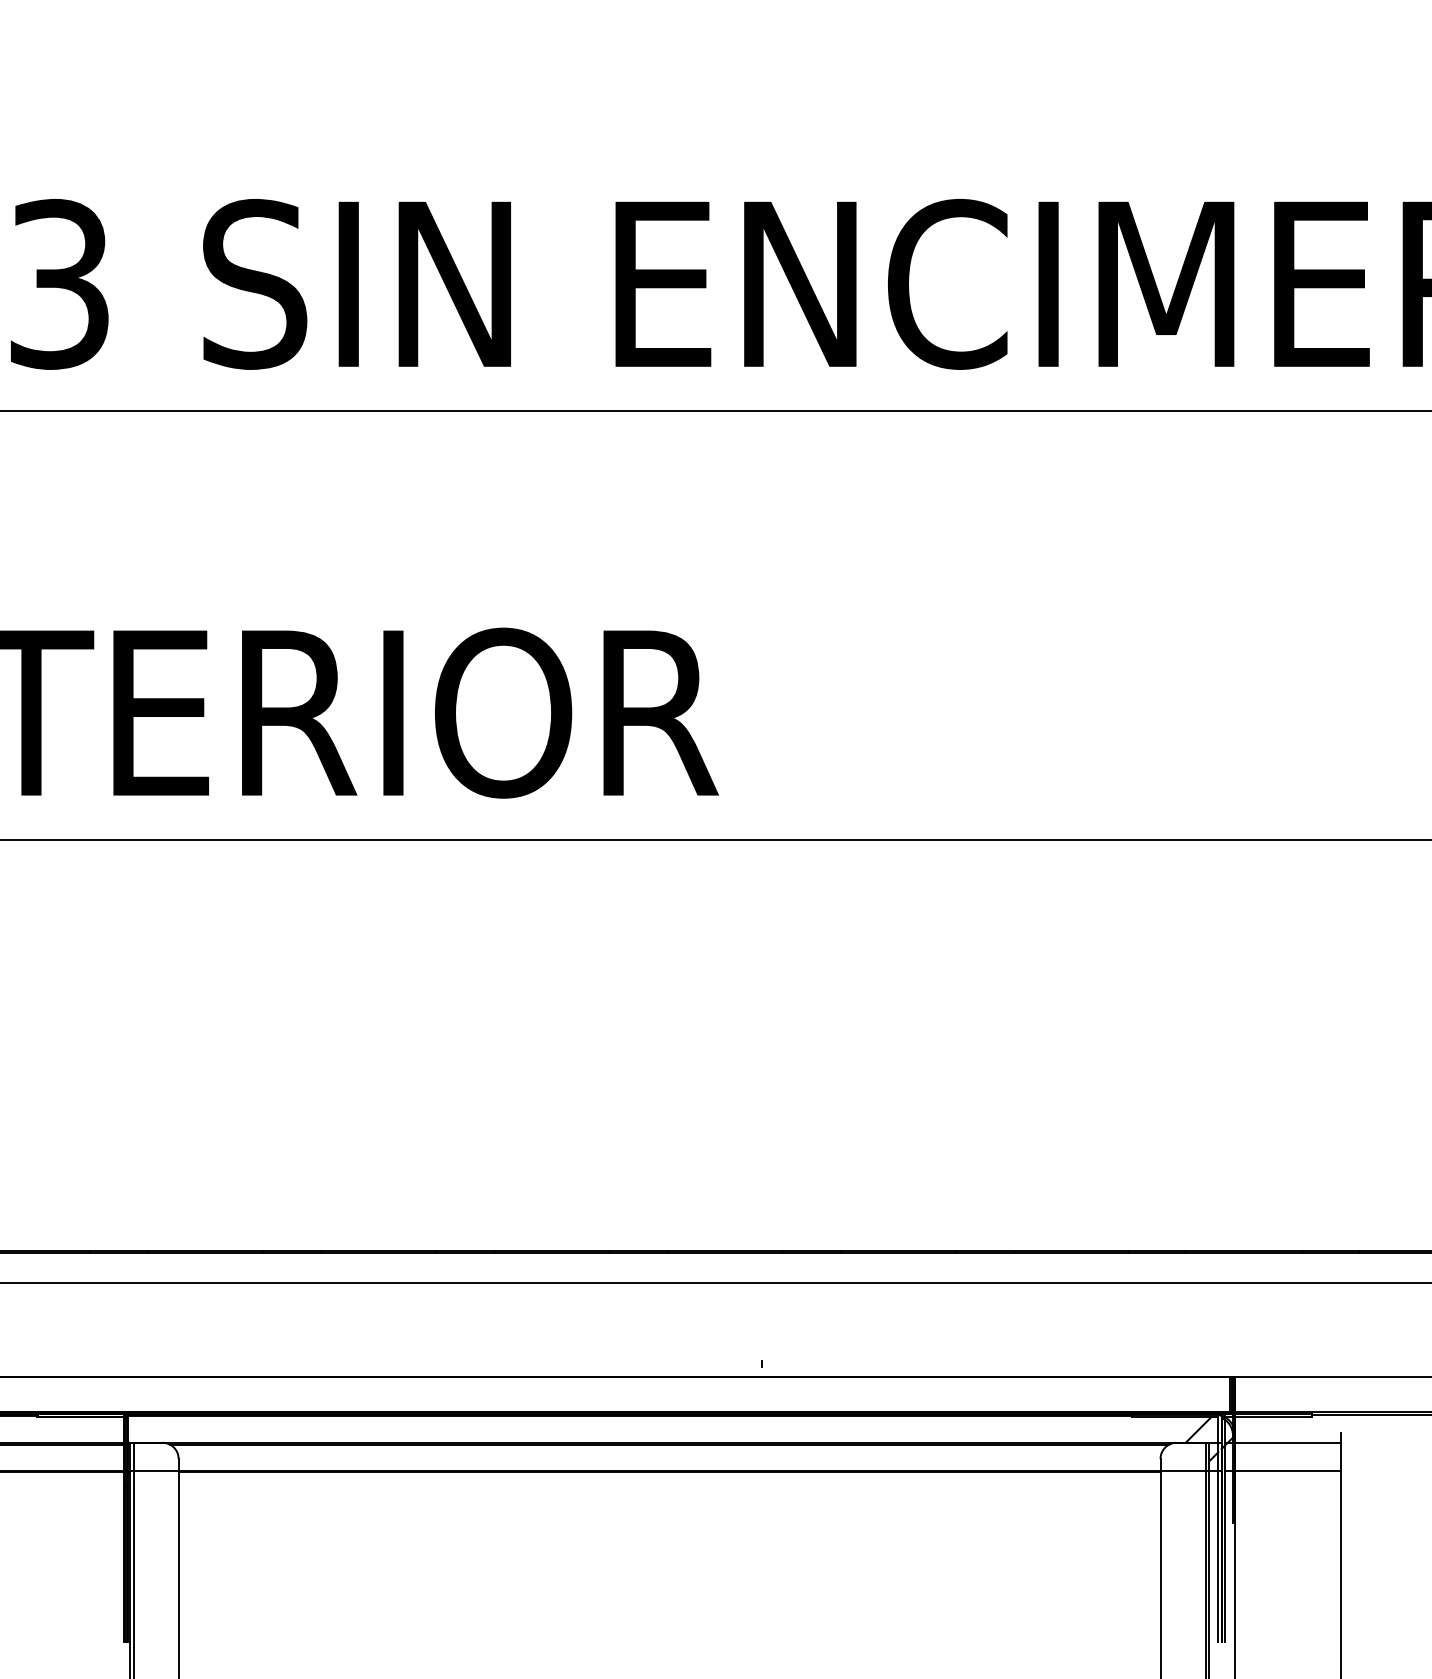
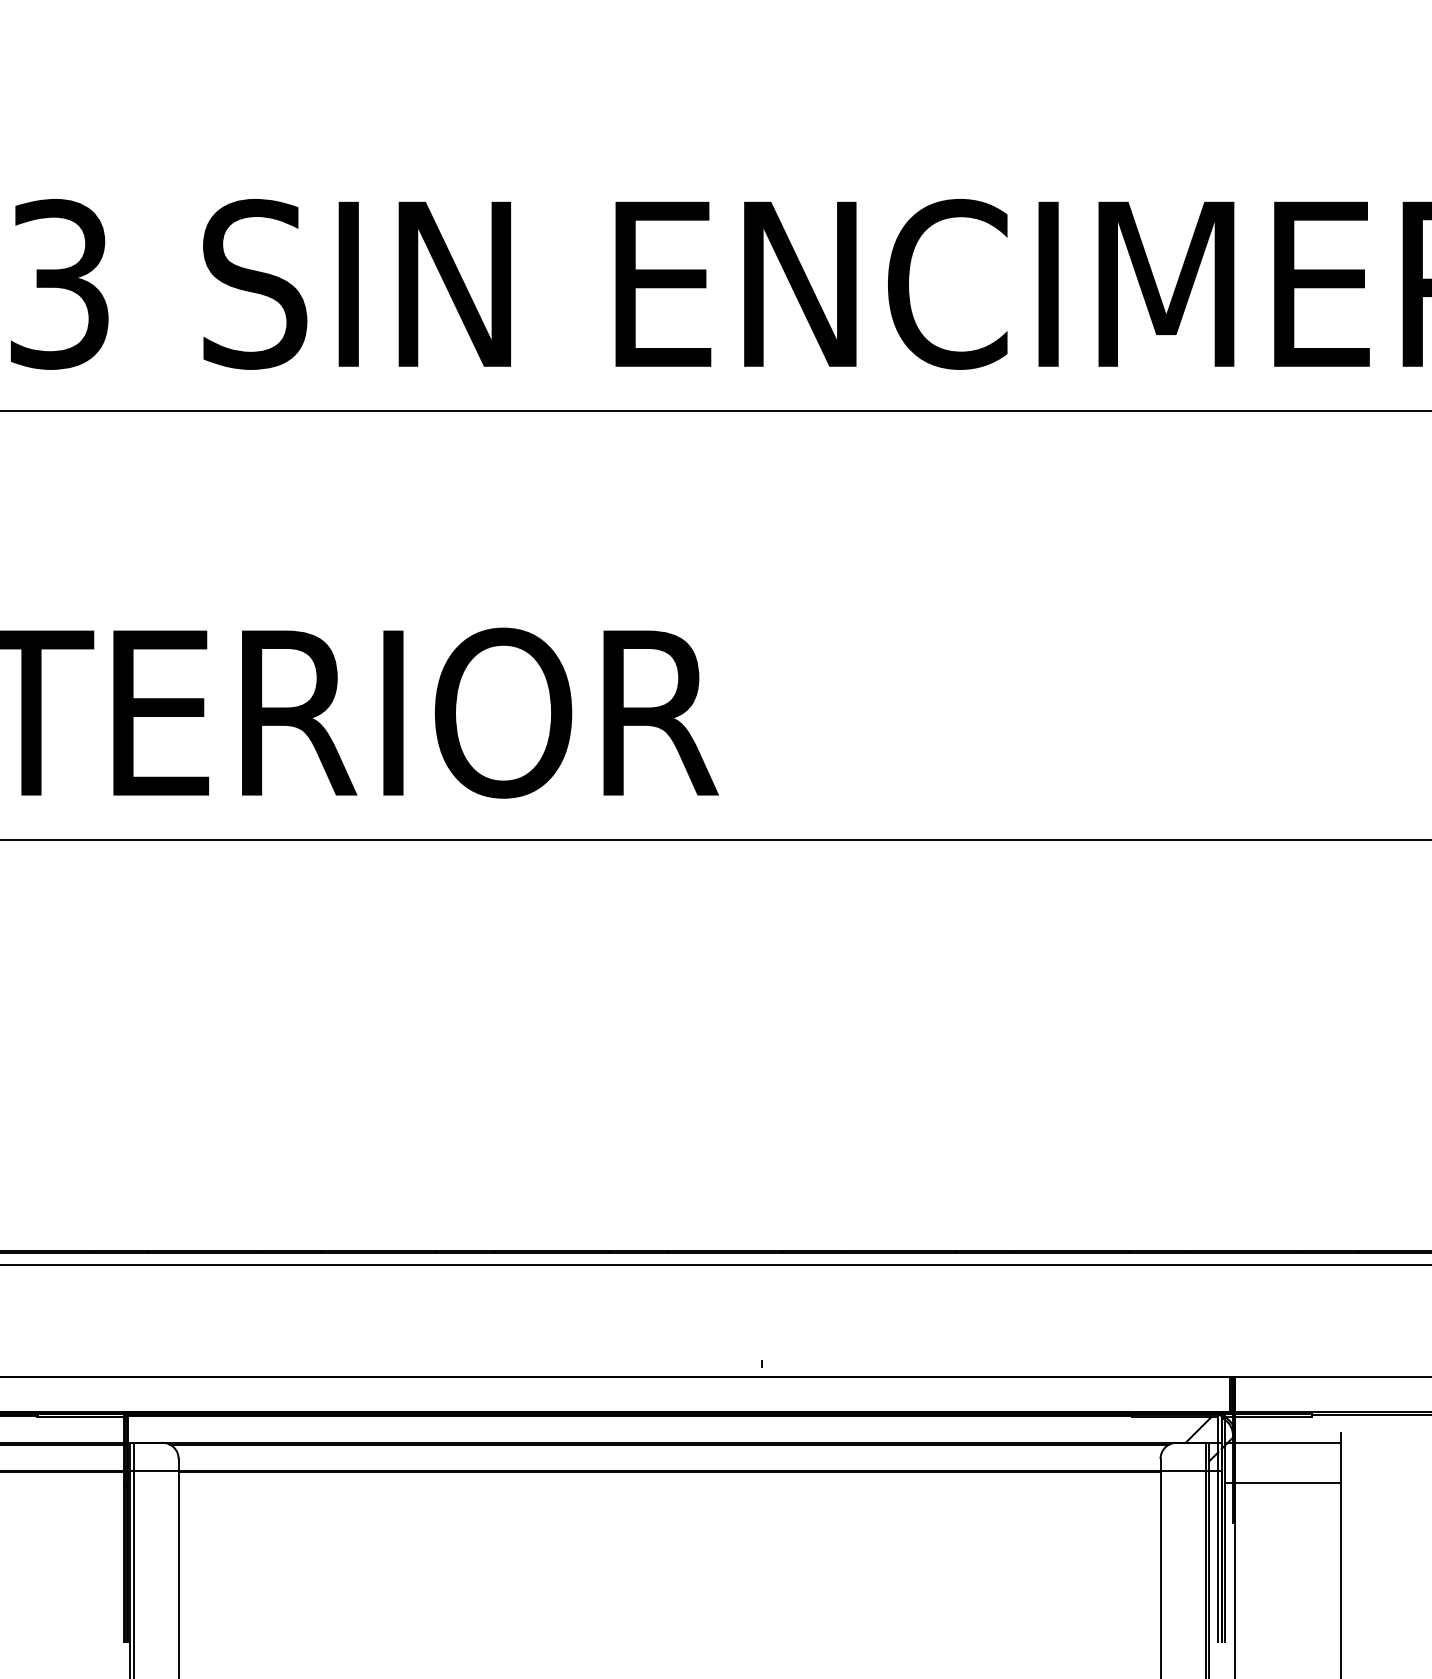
line at (715, 1283) position: (715, 1283) -> (715, 1265)
line at (1282, 1470) position: (1282, 1470) -> (1282, 1482)
